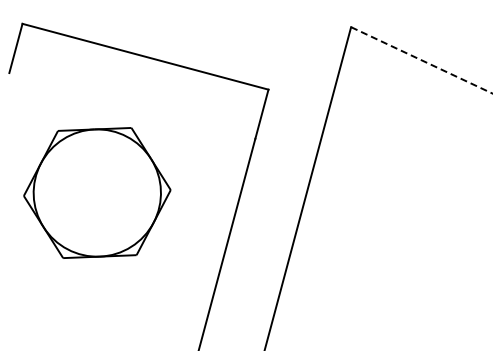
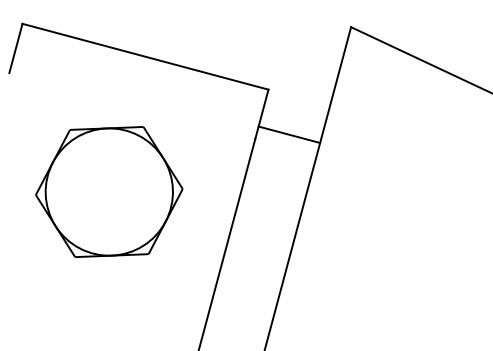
line at (421, 60): dashed -> solid
line at (289, 134): none -> present
part at (97, 192) position: (97, 192) -> (109, 191)
